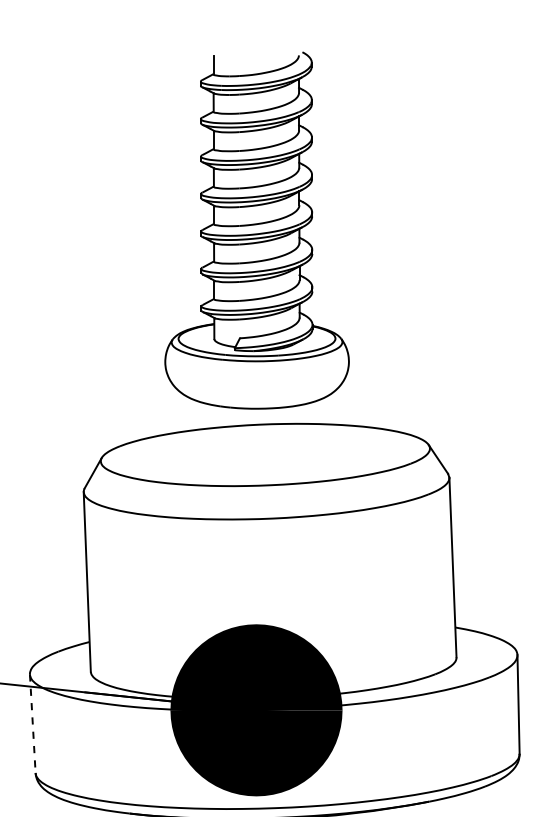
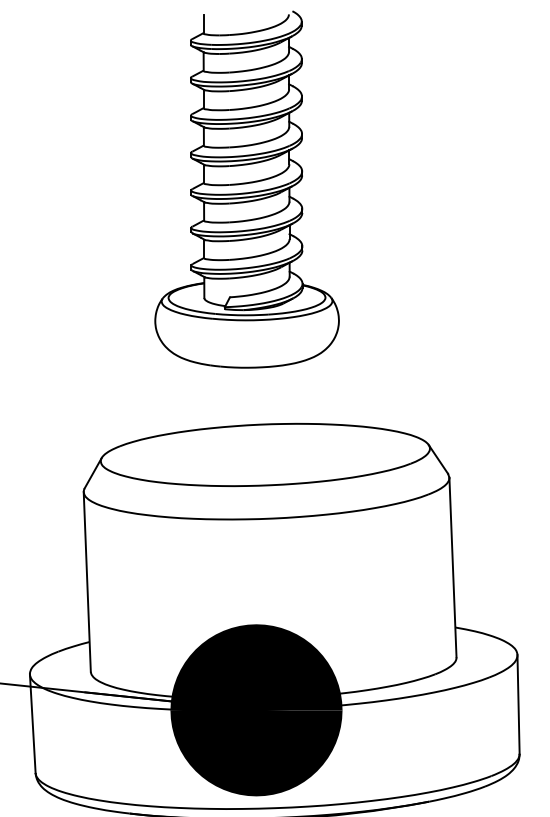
part at (256, 230) position: (256, 230) -> (246, 189)
line at (32, 724): dashed -> solid
